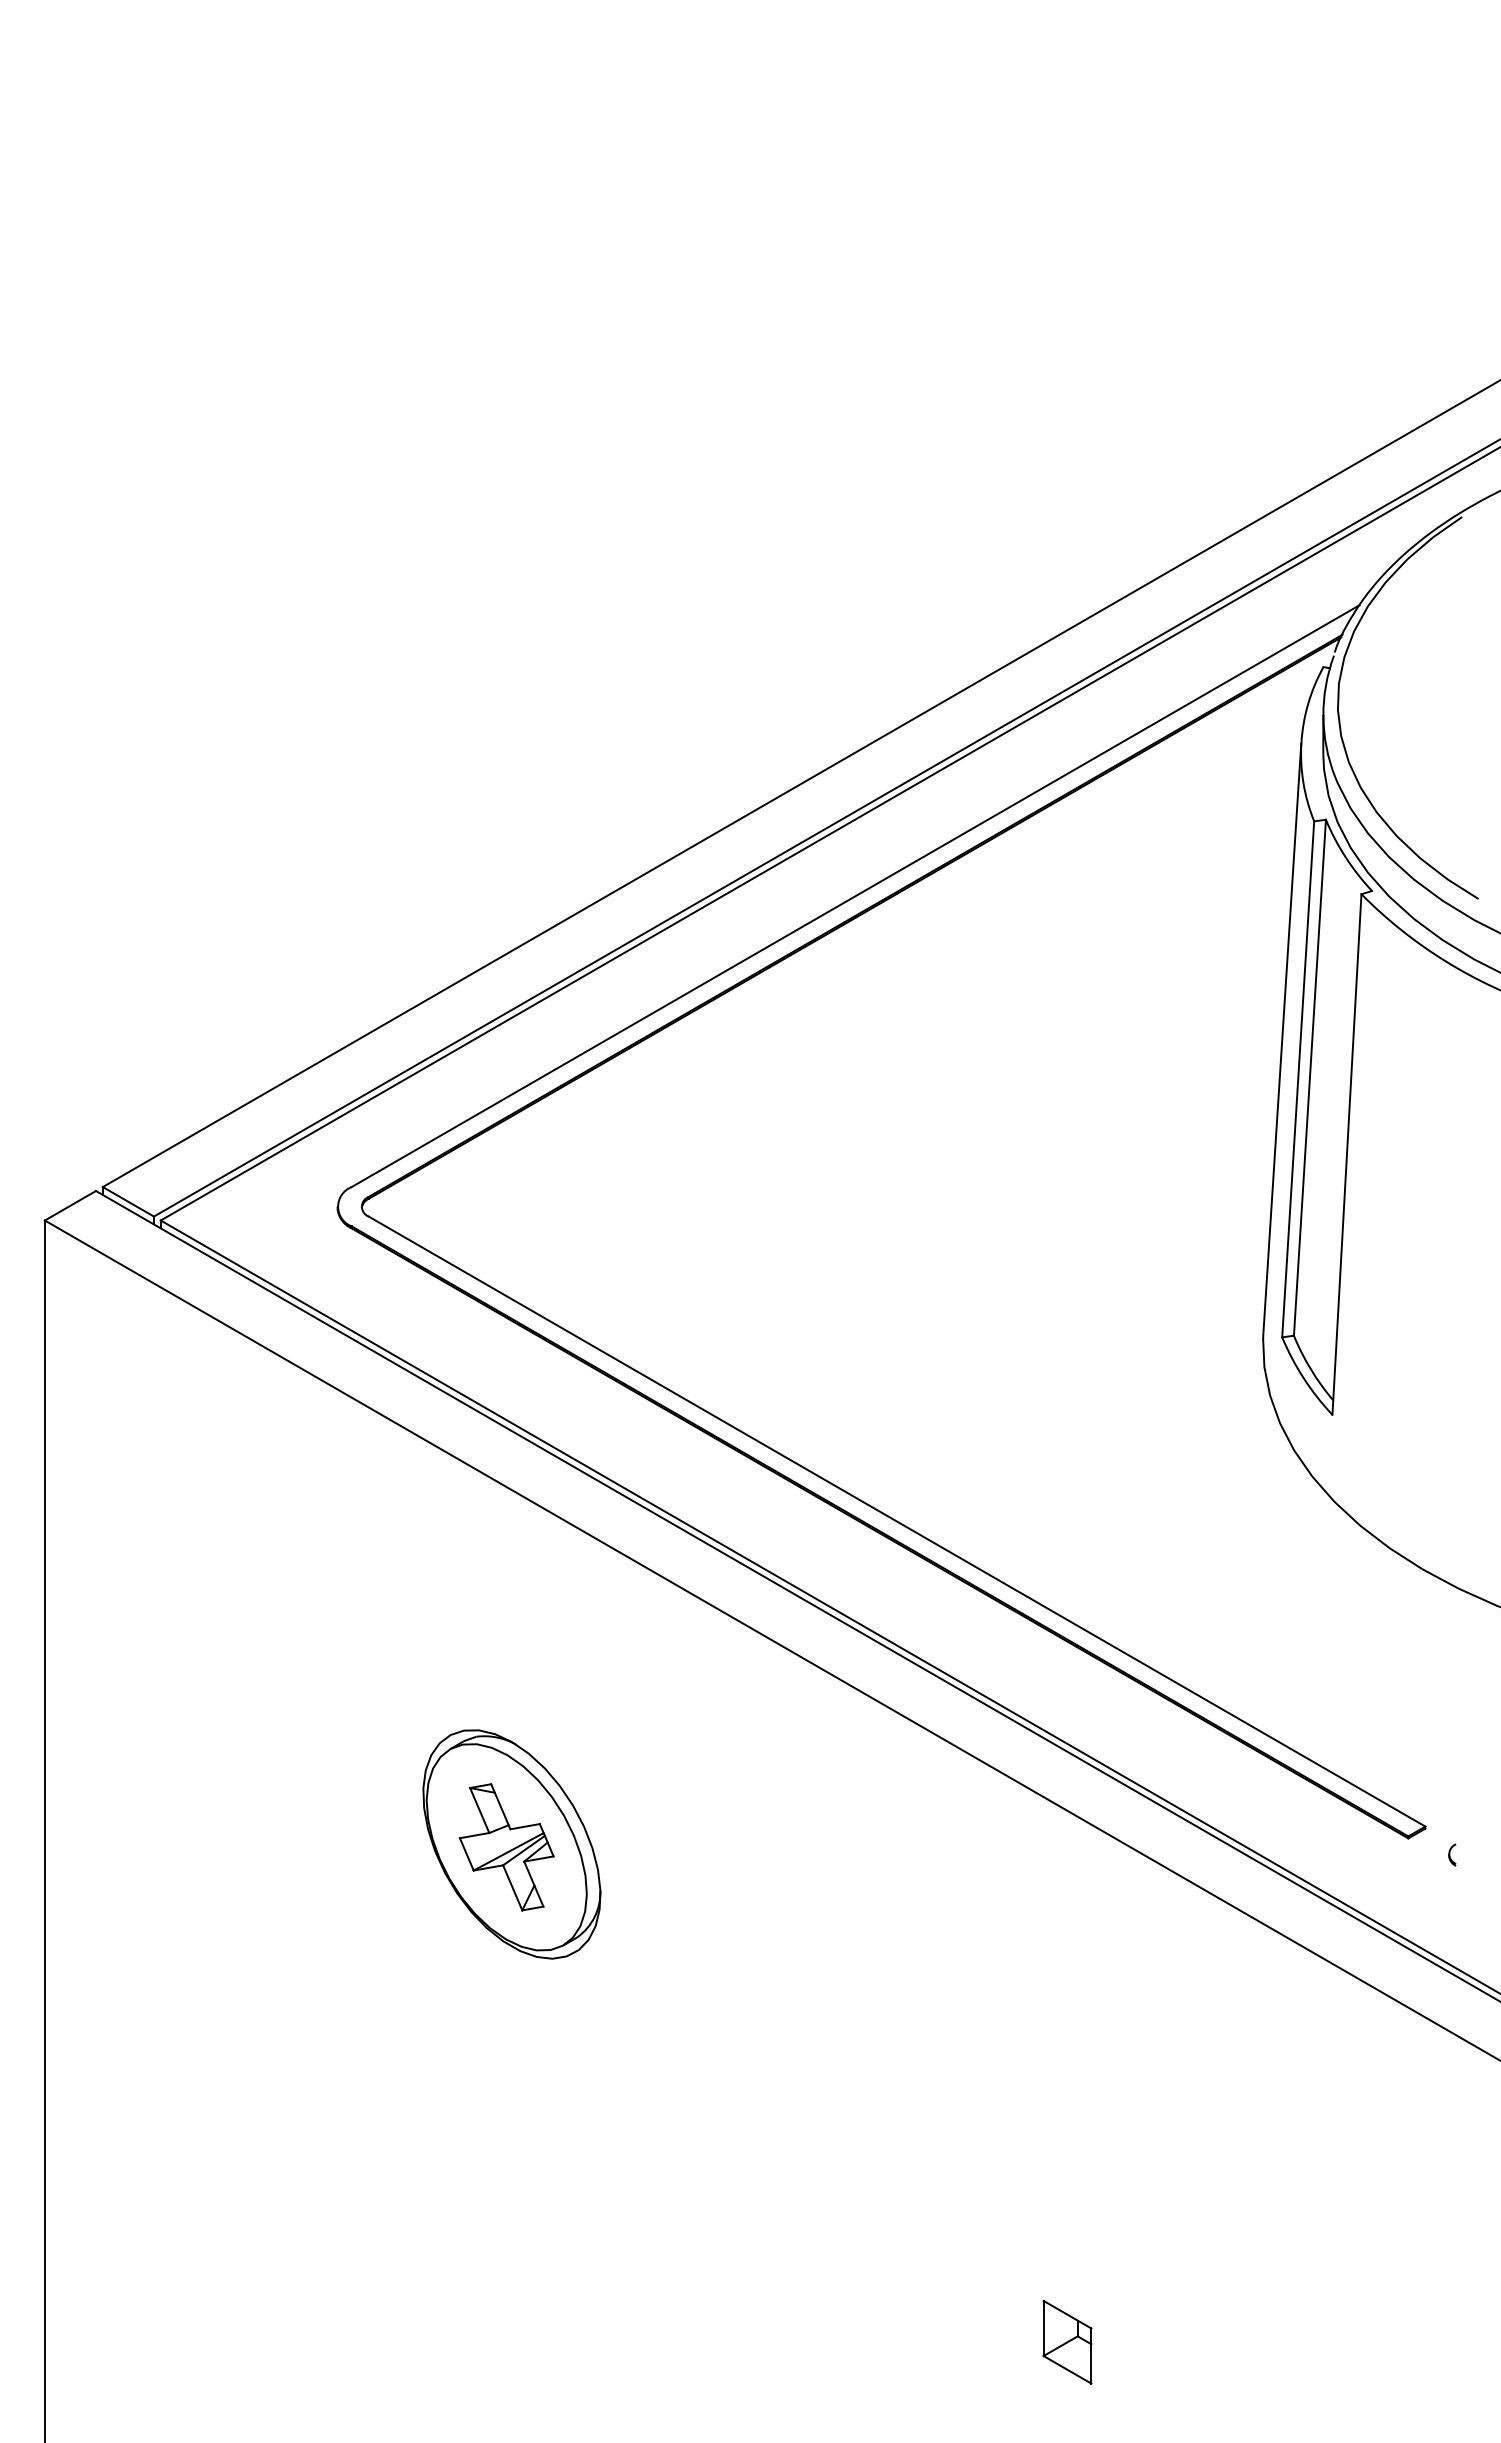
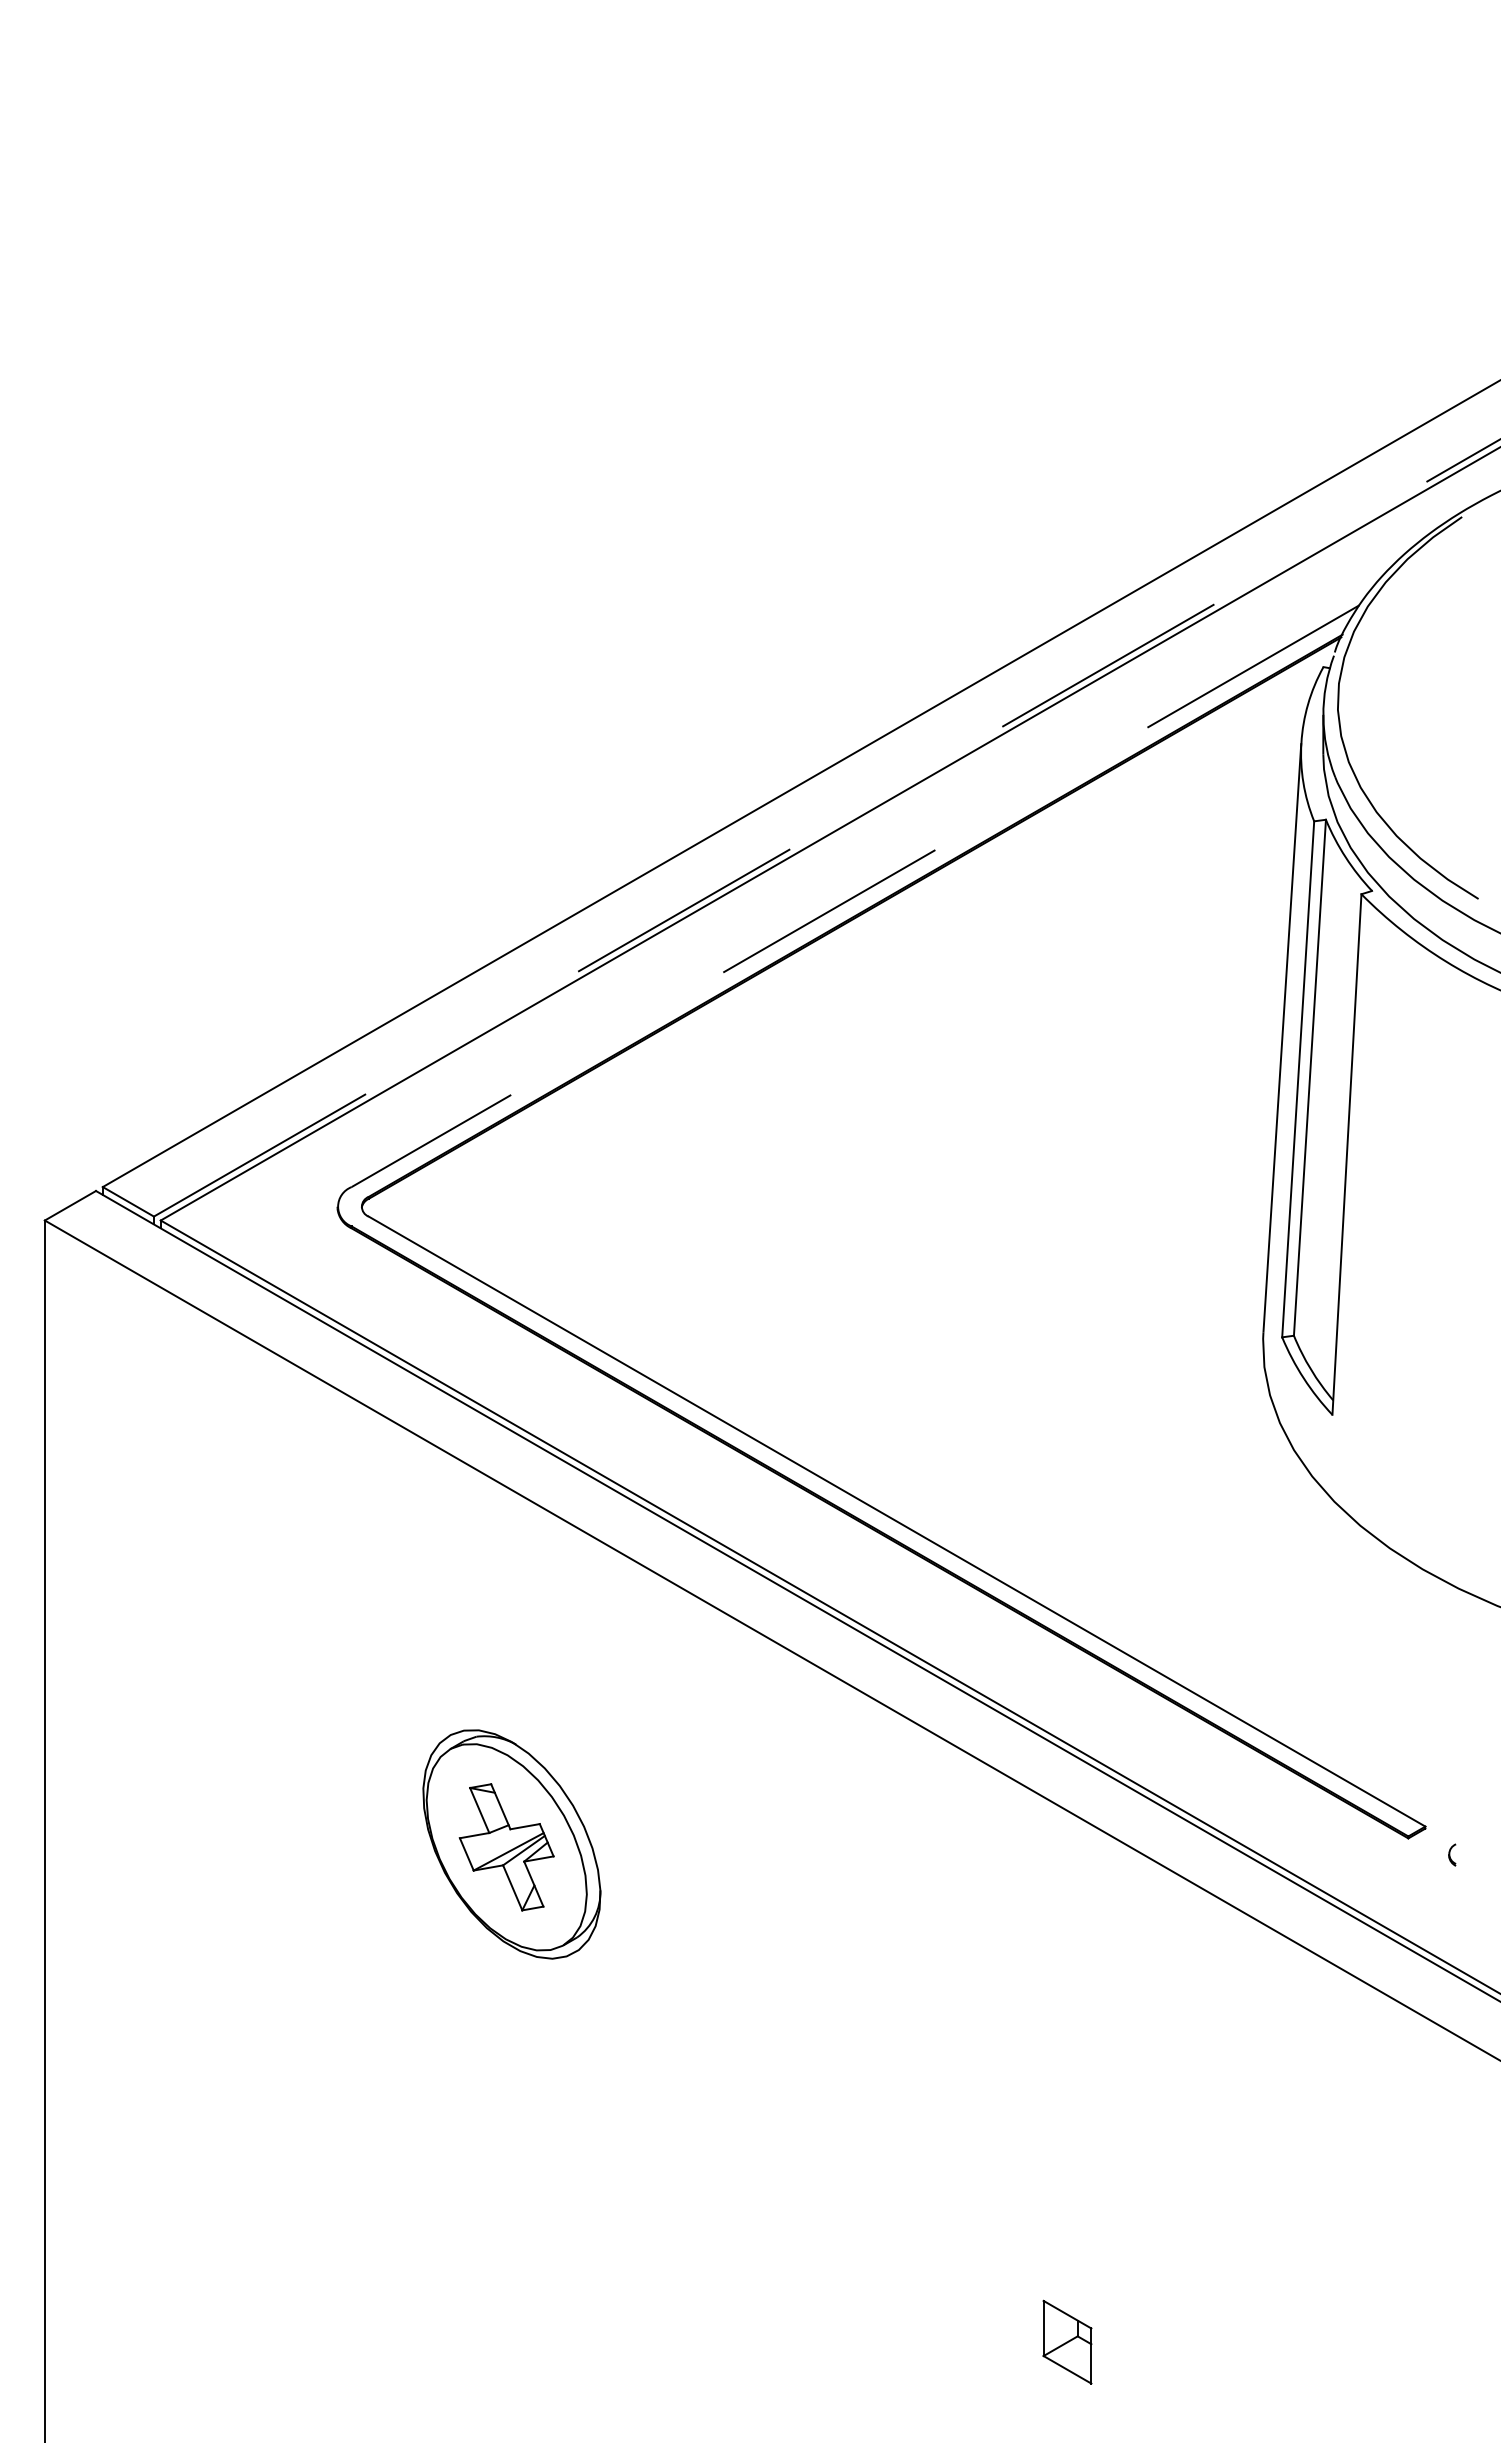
line at (827, 827): solid -> dashed
line at (855, 896): solid -> dashed
